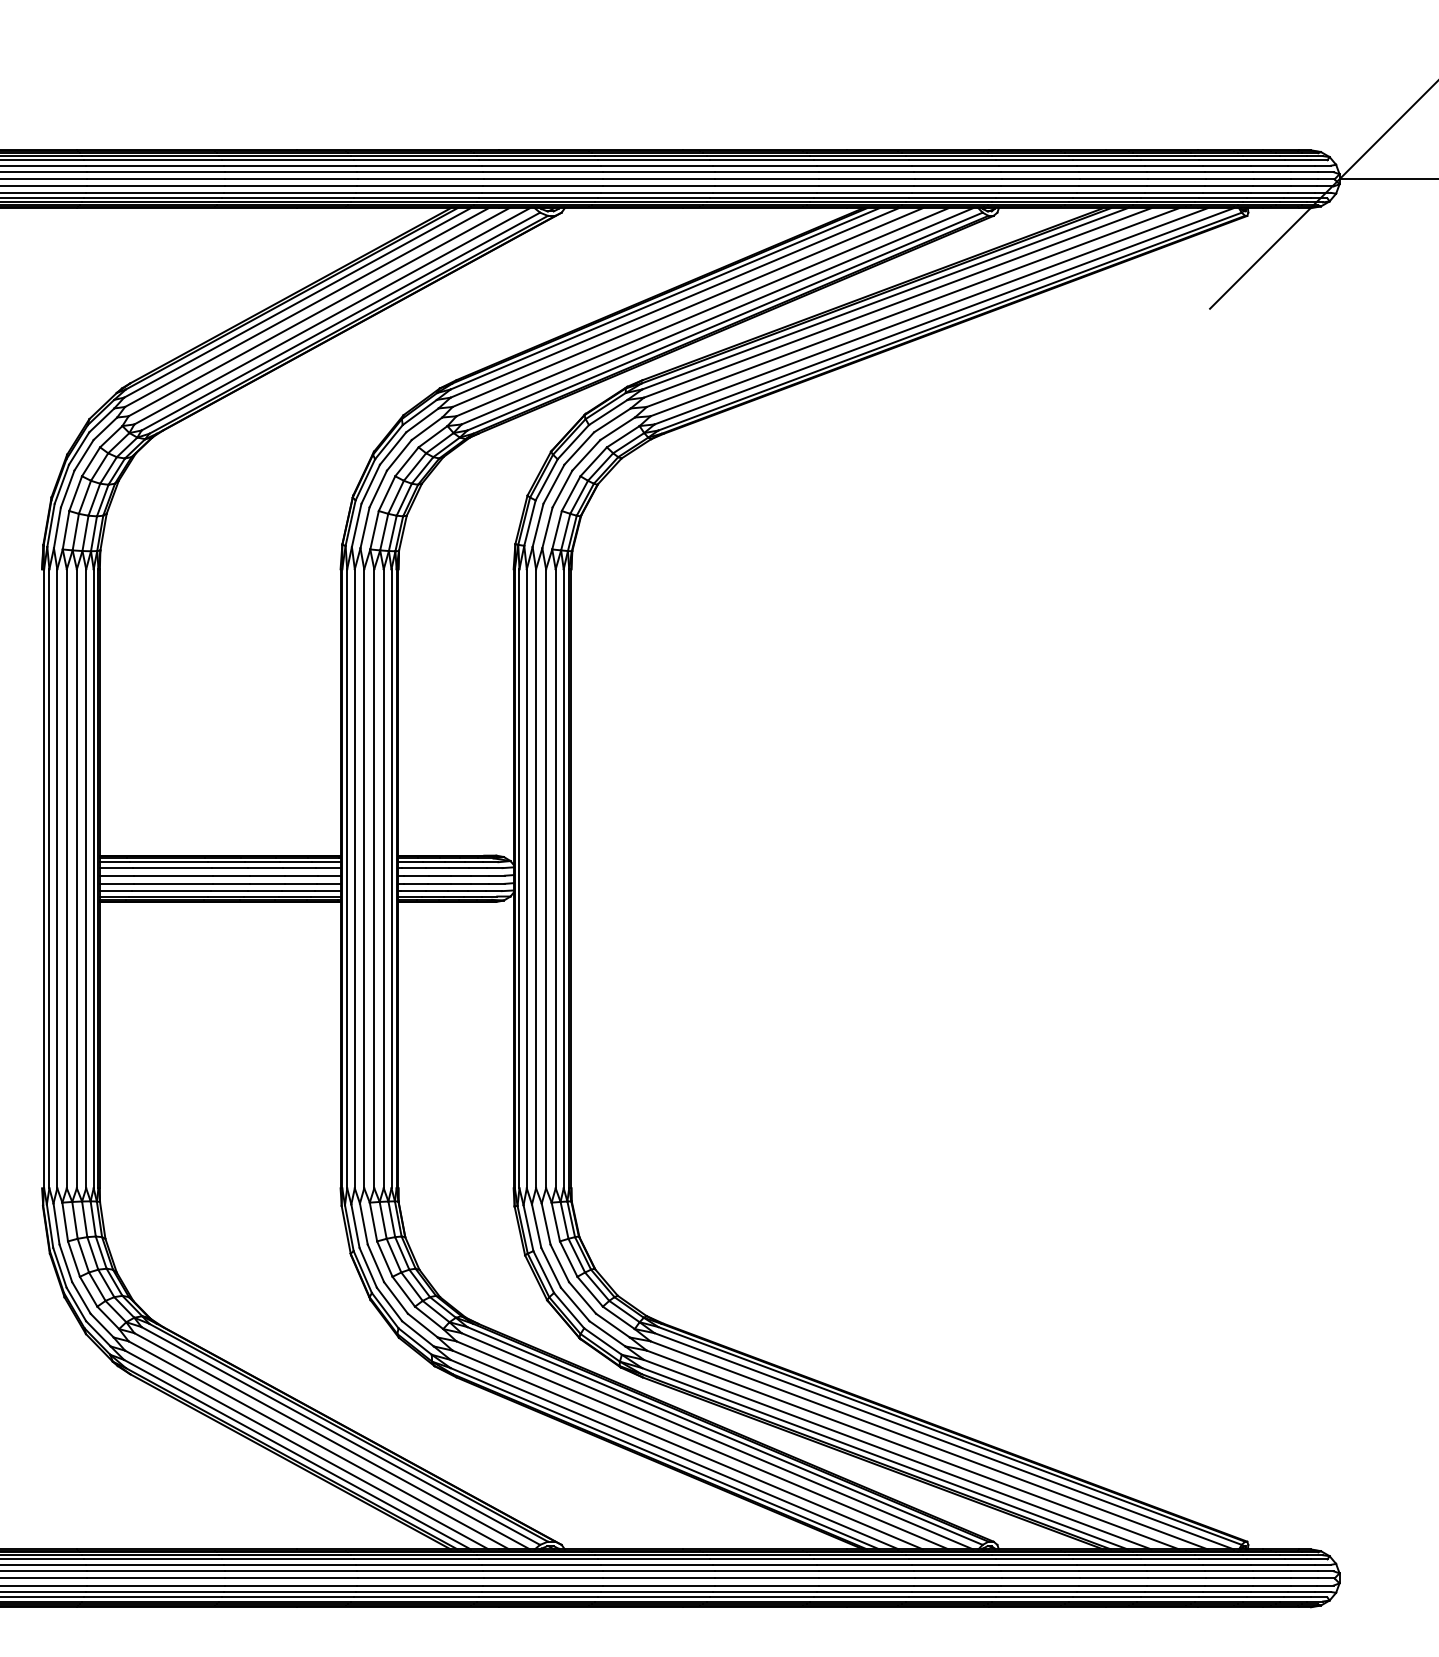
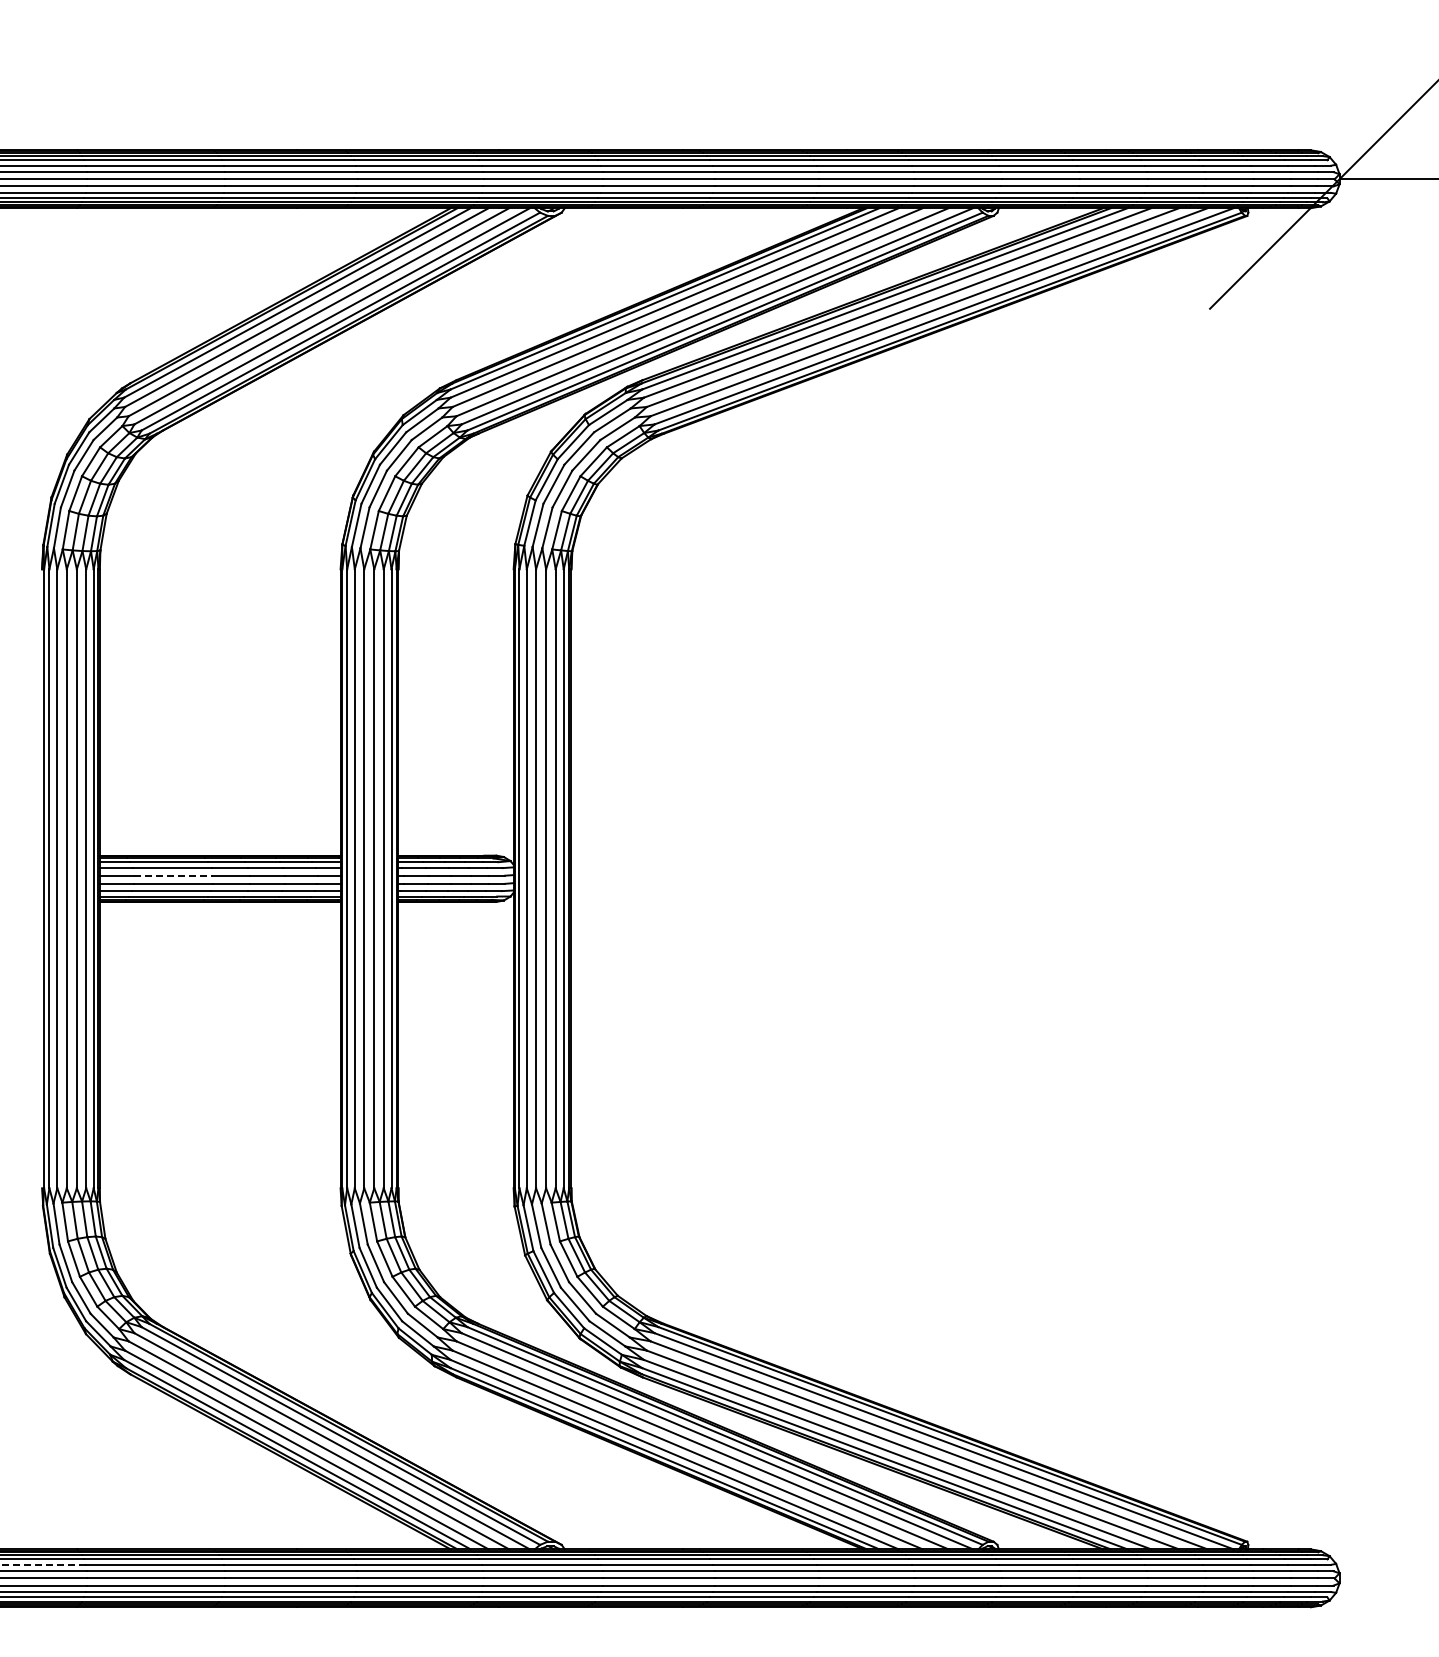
line at (174, 875): solid -> dashed
line at (43, 1564): solid -> dashed
